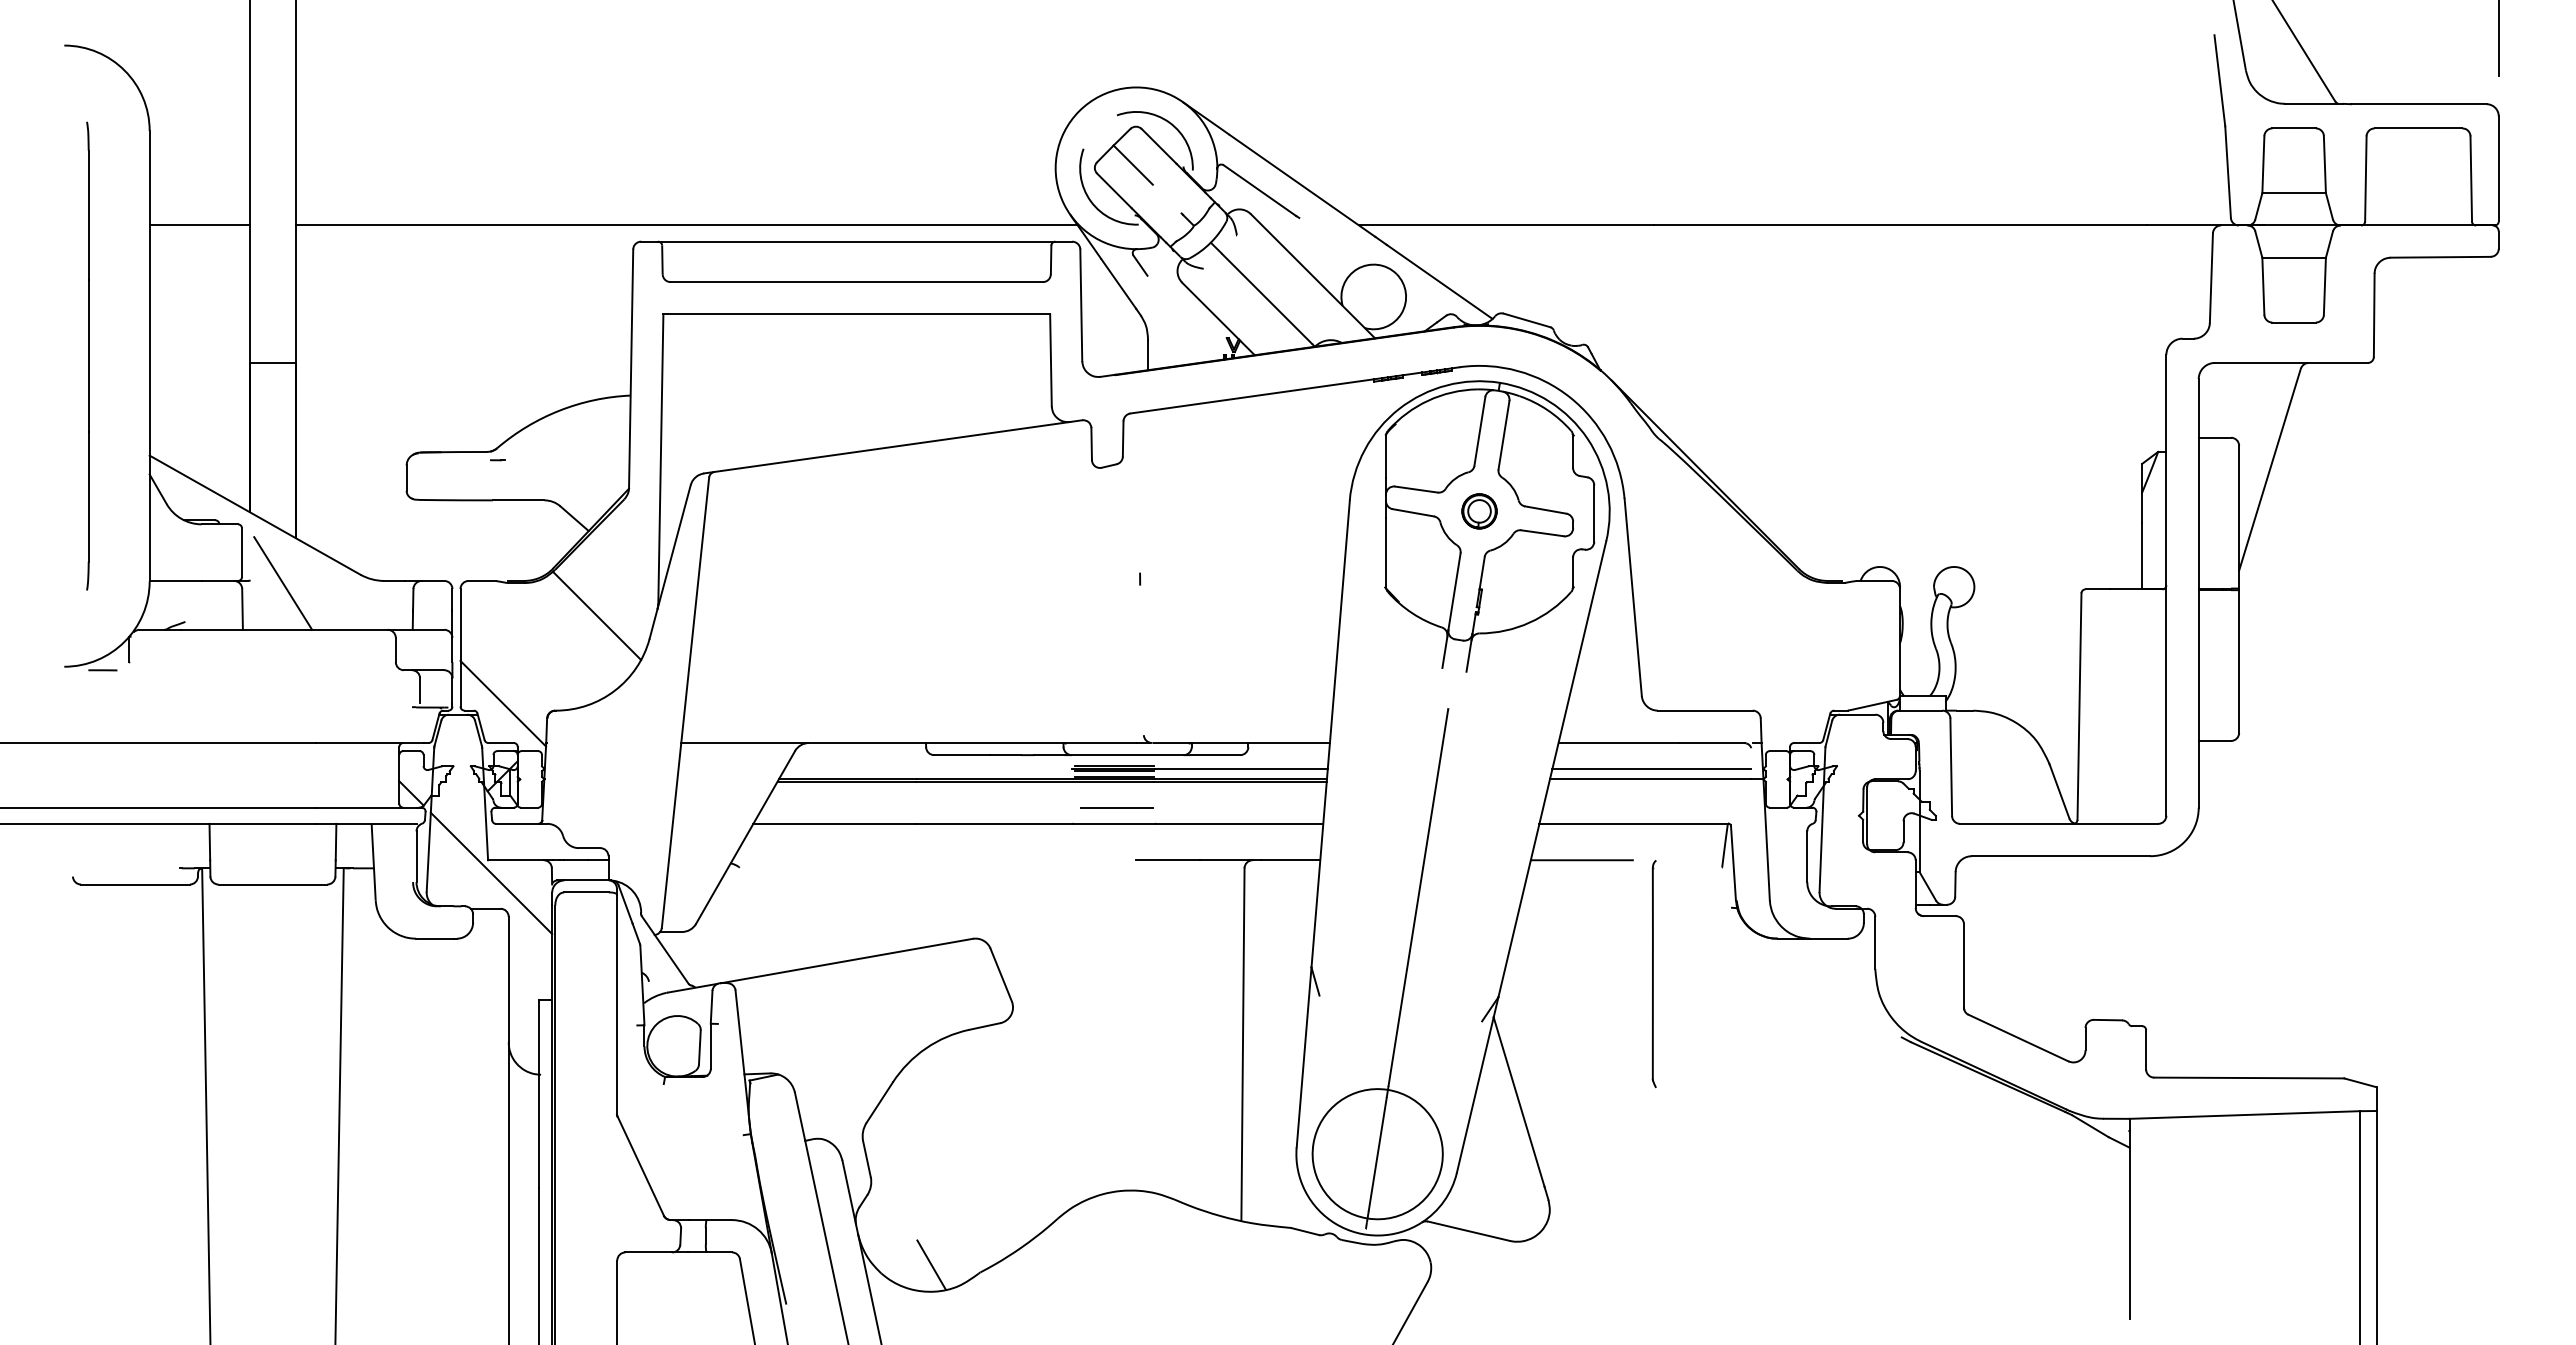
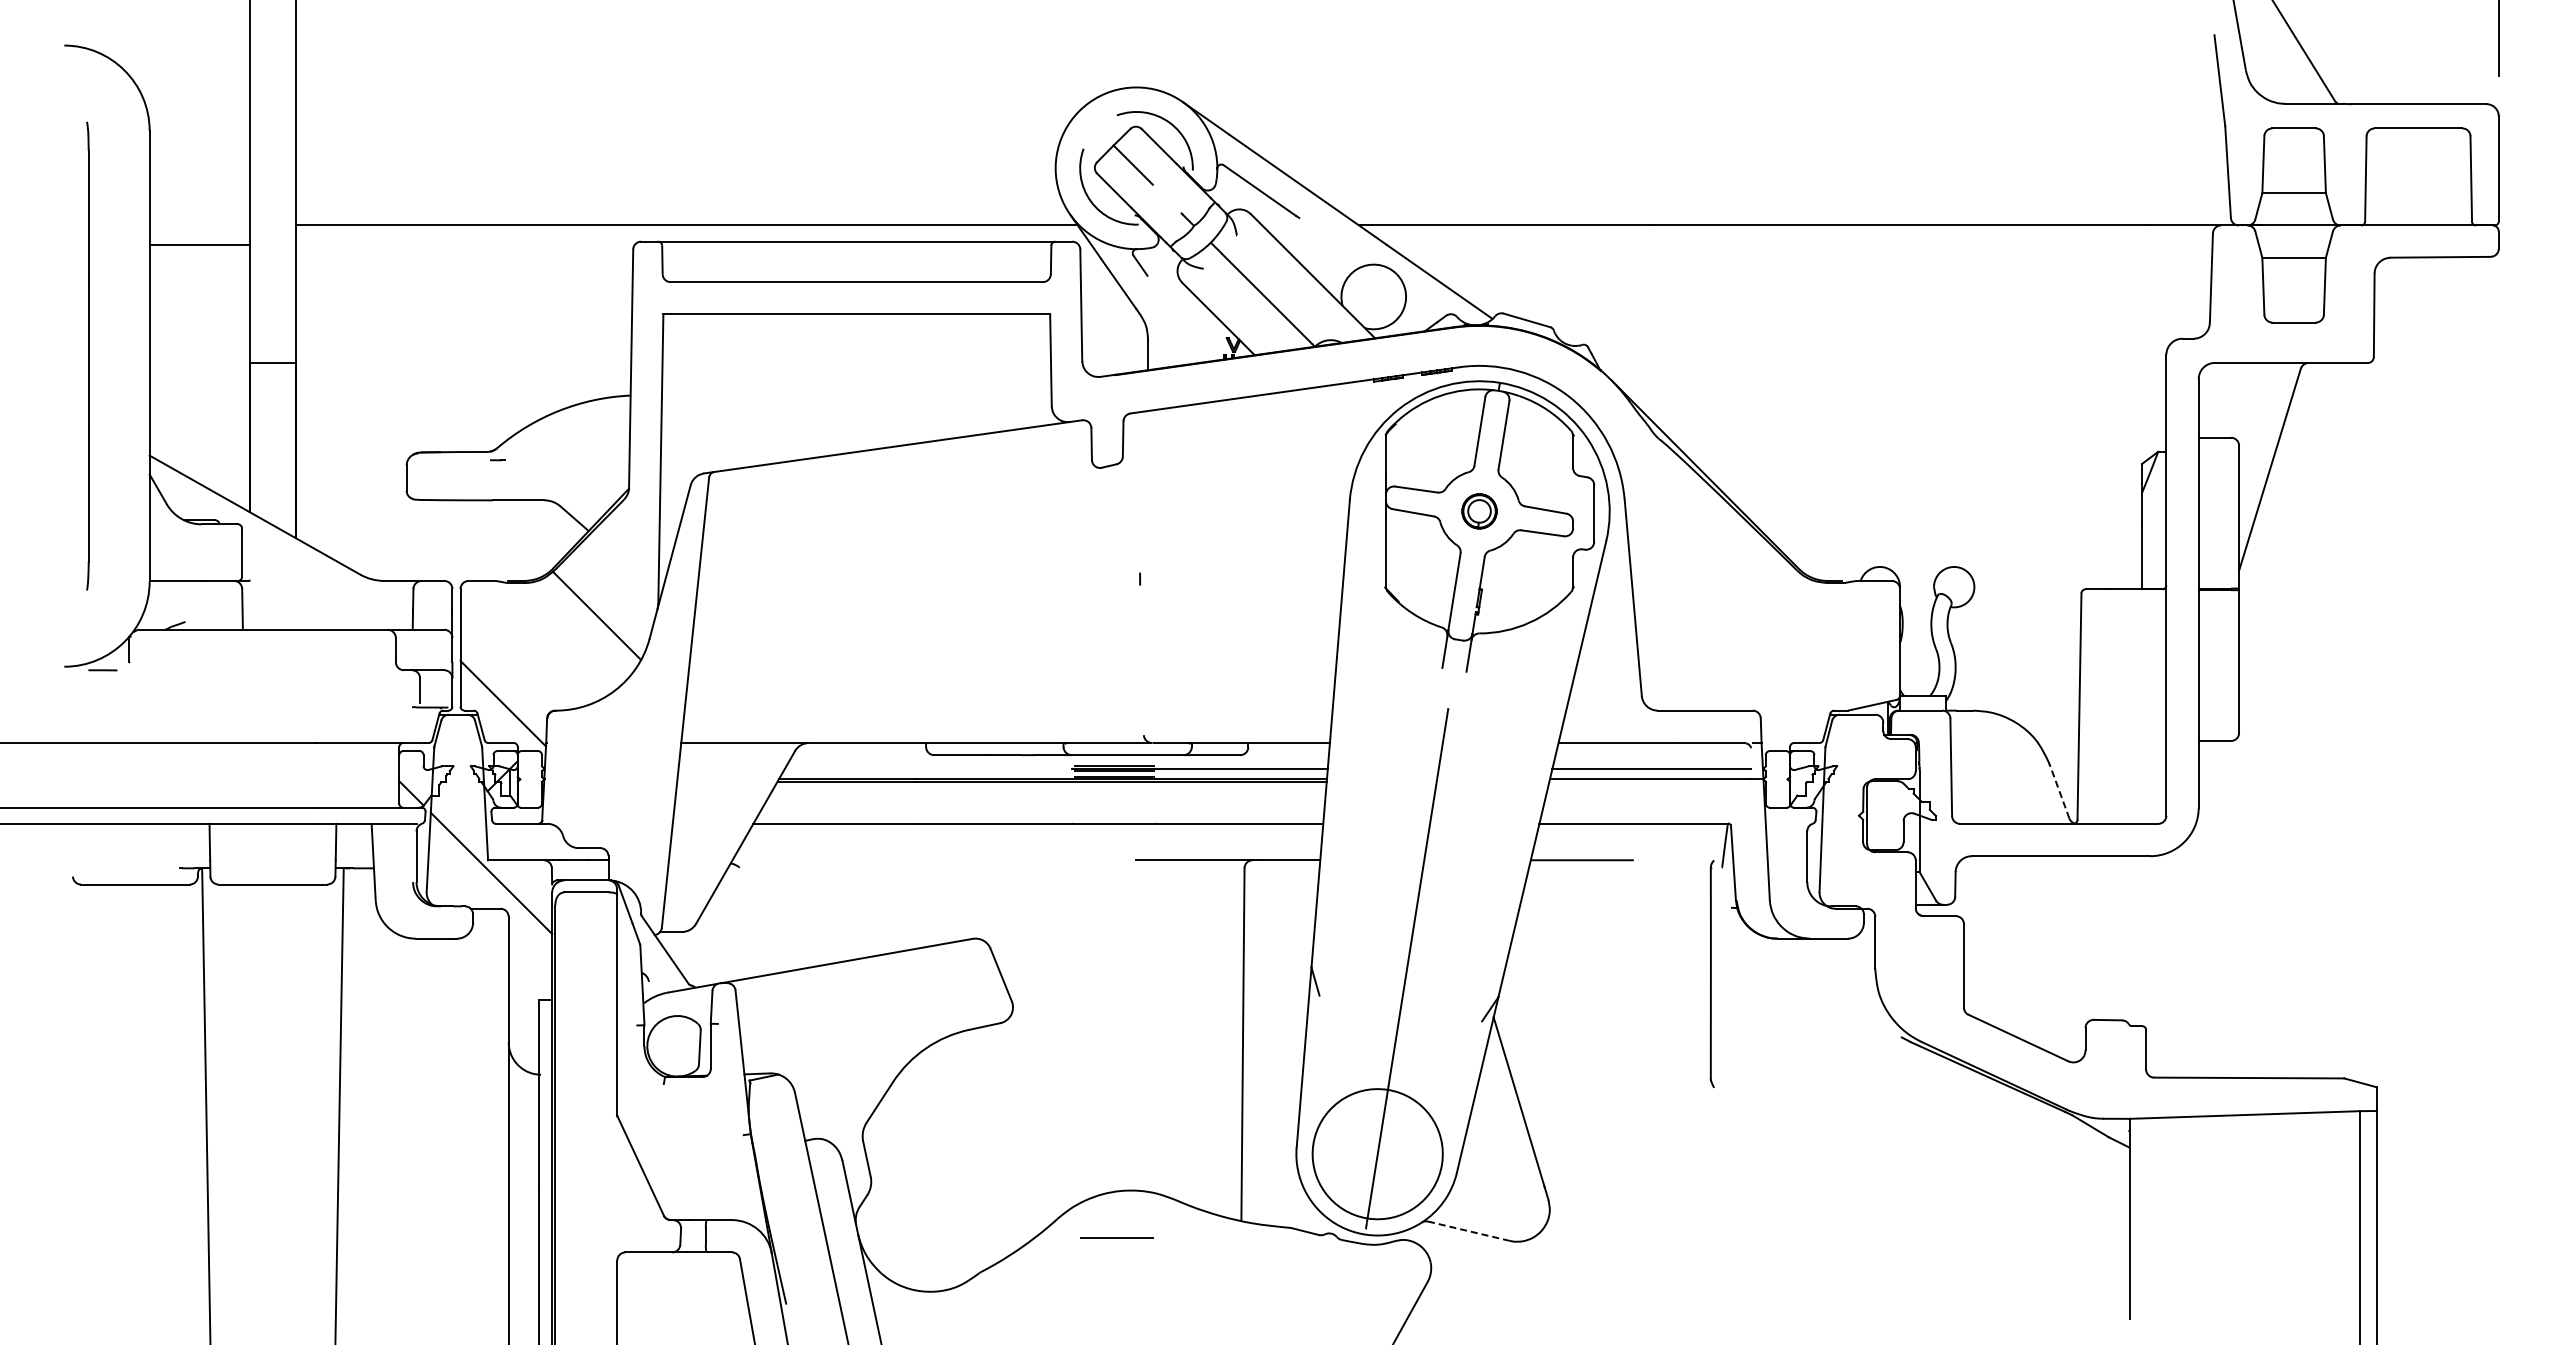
line at (199, 225) position: (199, 225) -> (199, 245)
line at (283, 583): present -> none
line at (2059, 790): solid -> dashed
line at (1116, 807) position: (1116, 807) -> (1116, 1237)
part at (1653, 974) position: (1653, 974) -> (1711, 974)
line at (1468, 1231): solid -> dashed
line at (931, 1264): present -> none
